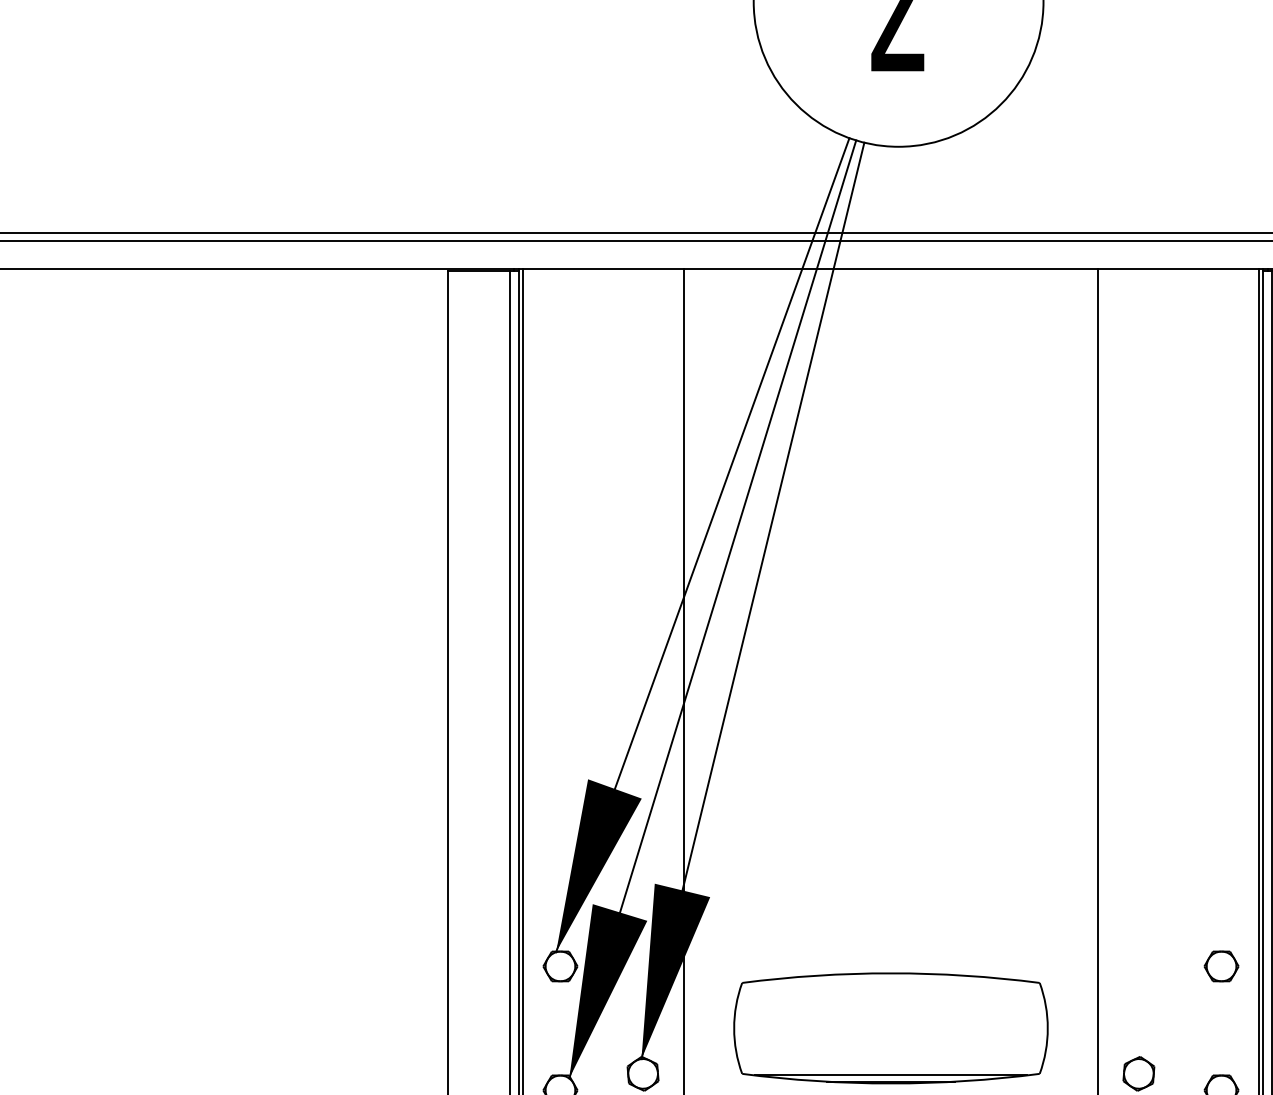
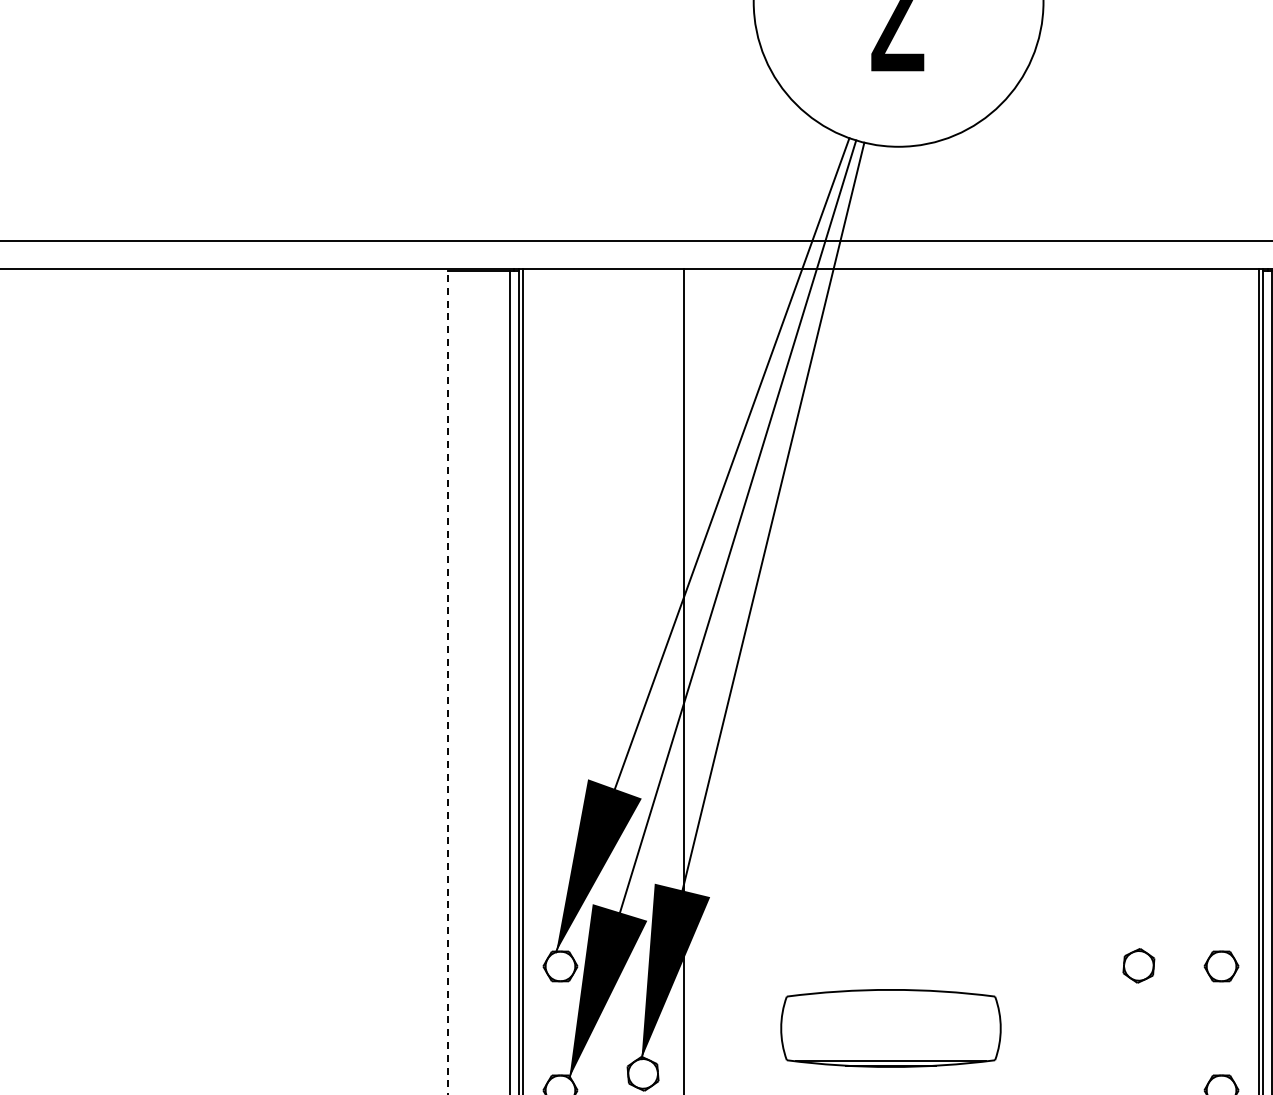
line at (635, 232): present -> none
line at (1097, 680): present -> none
line at (448, 682): solid -> dashed
part at (890, 1028) size: 316x113 px -> 222x79 px
part at (1138, 1073) position: (1138, 1073) -> (1138, 965)
